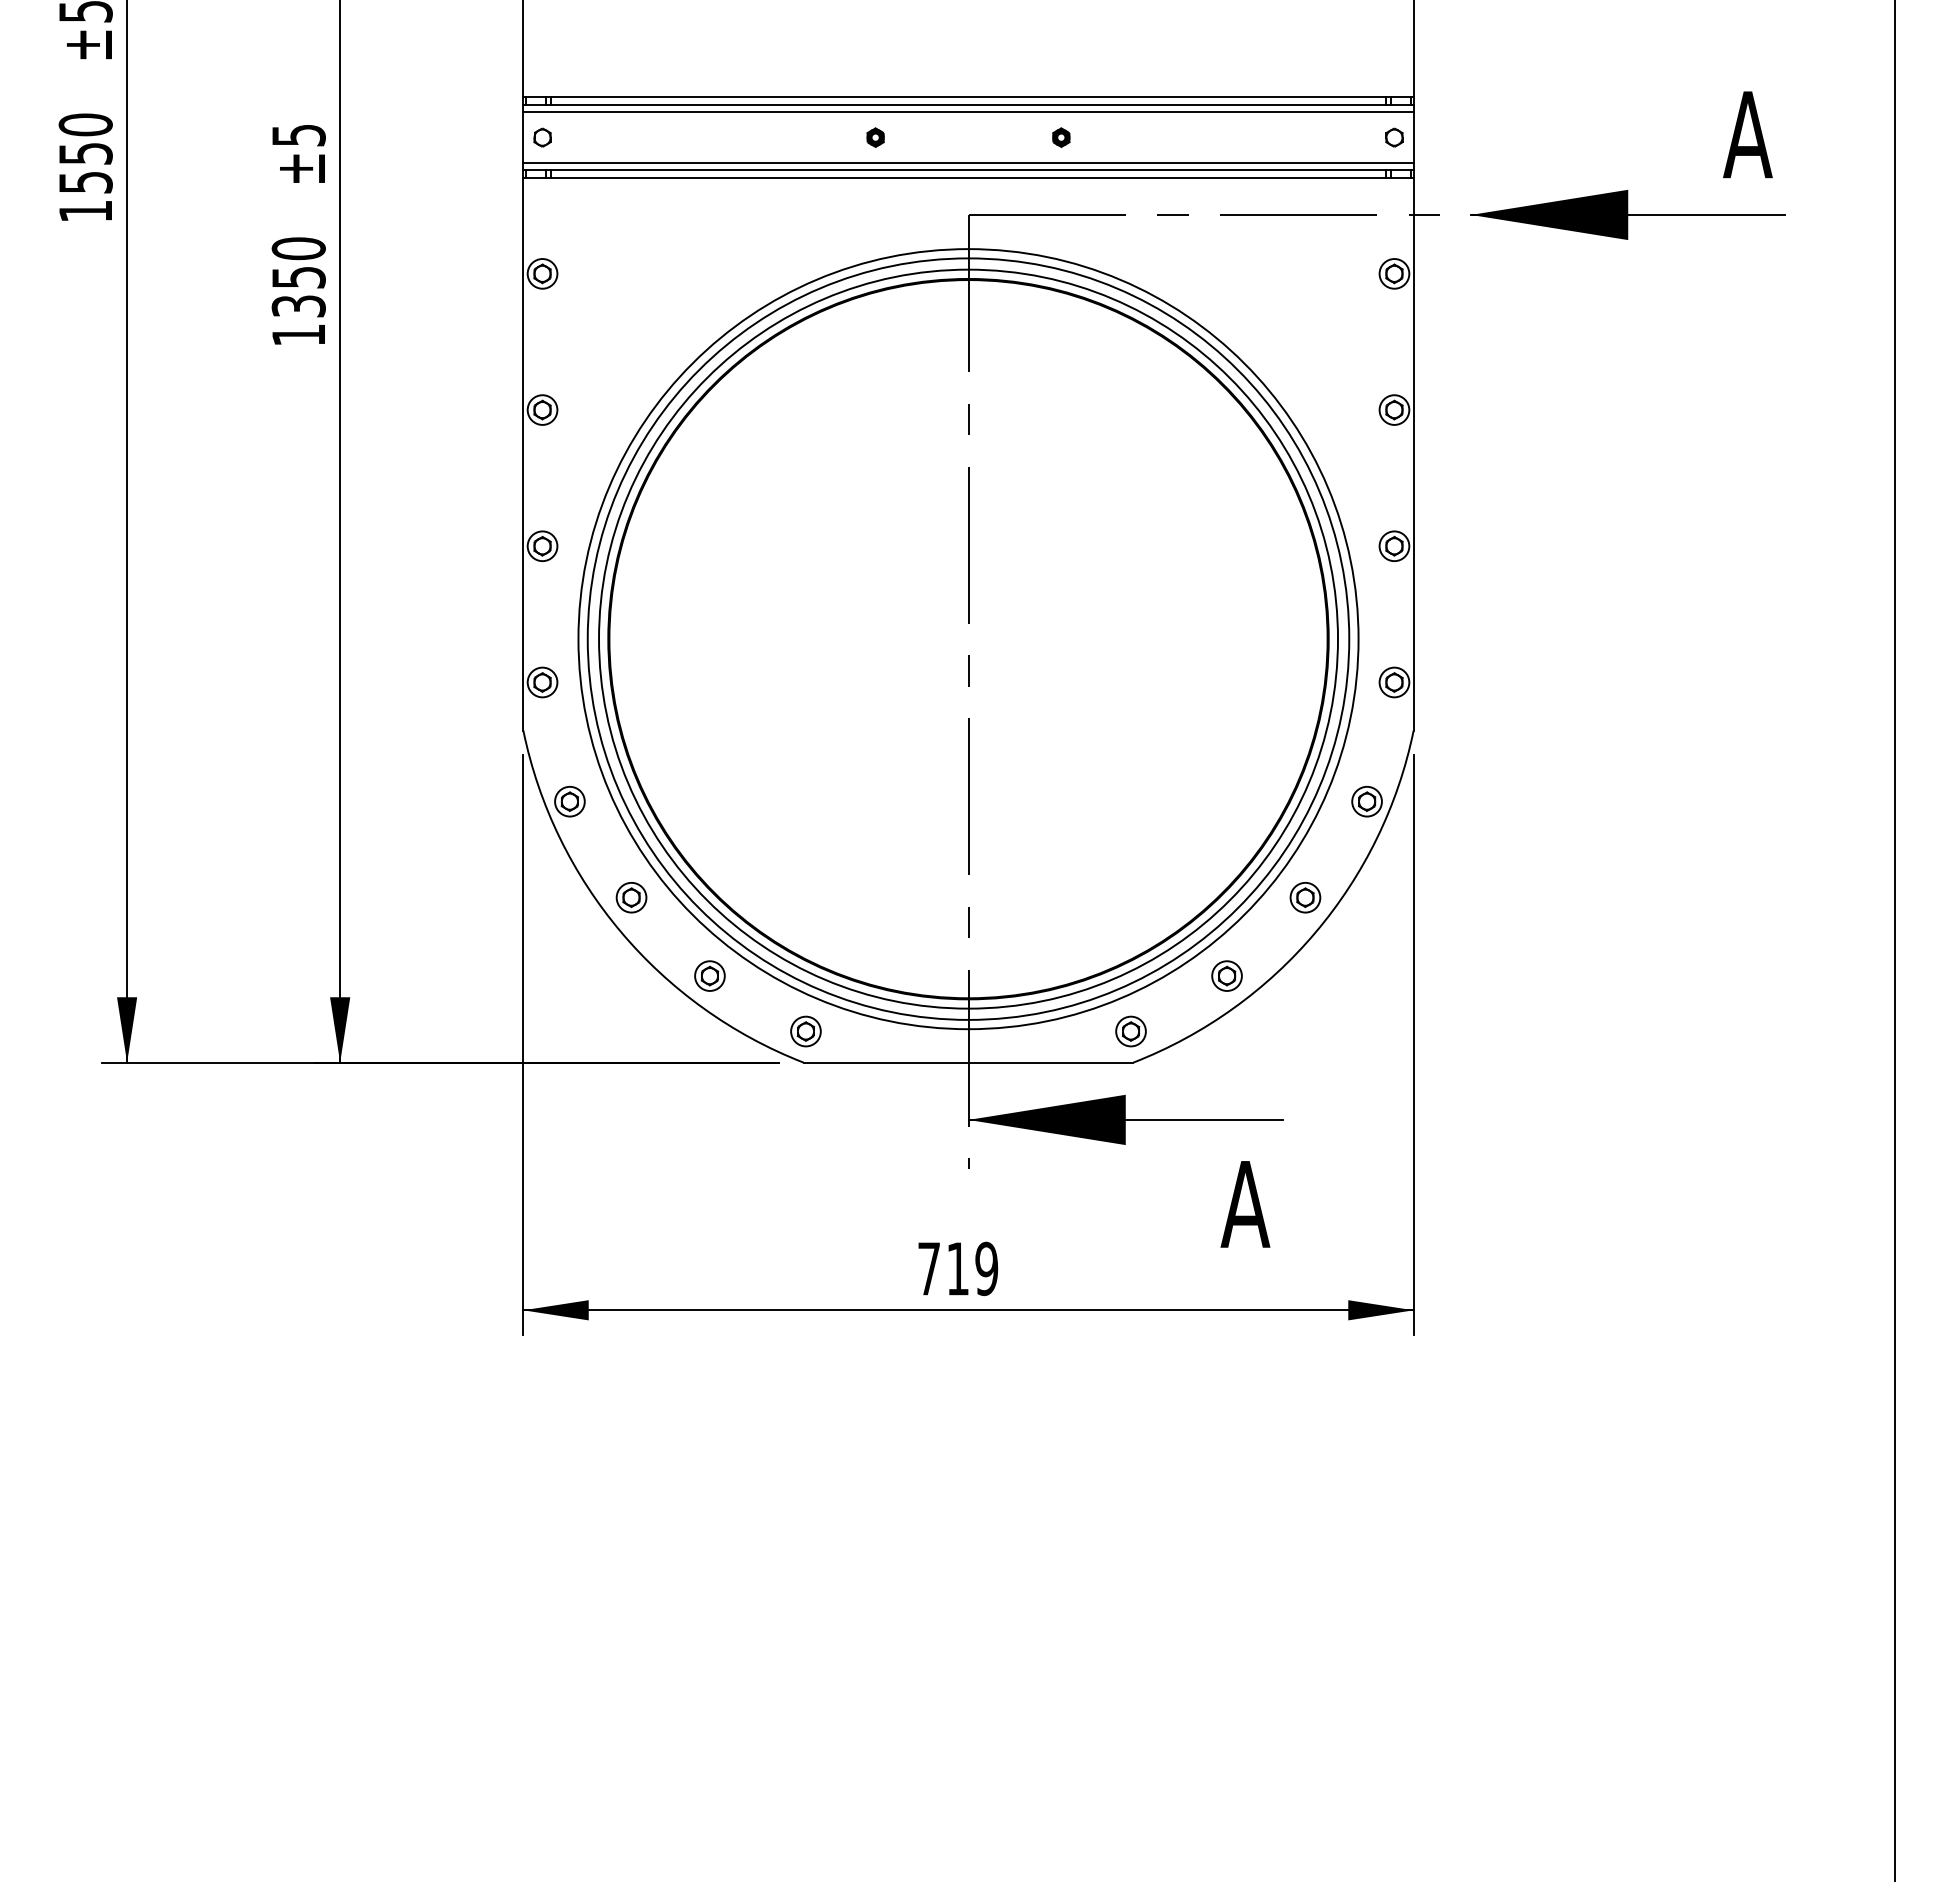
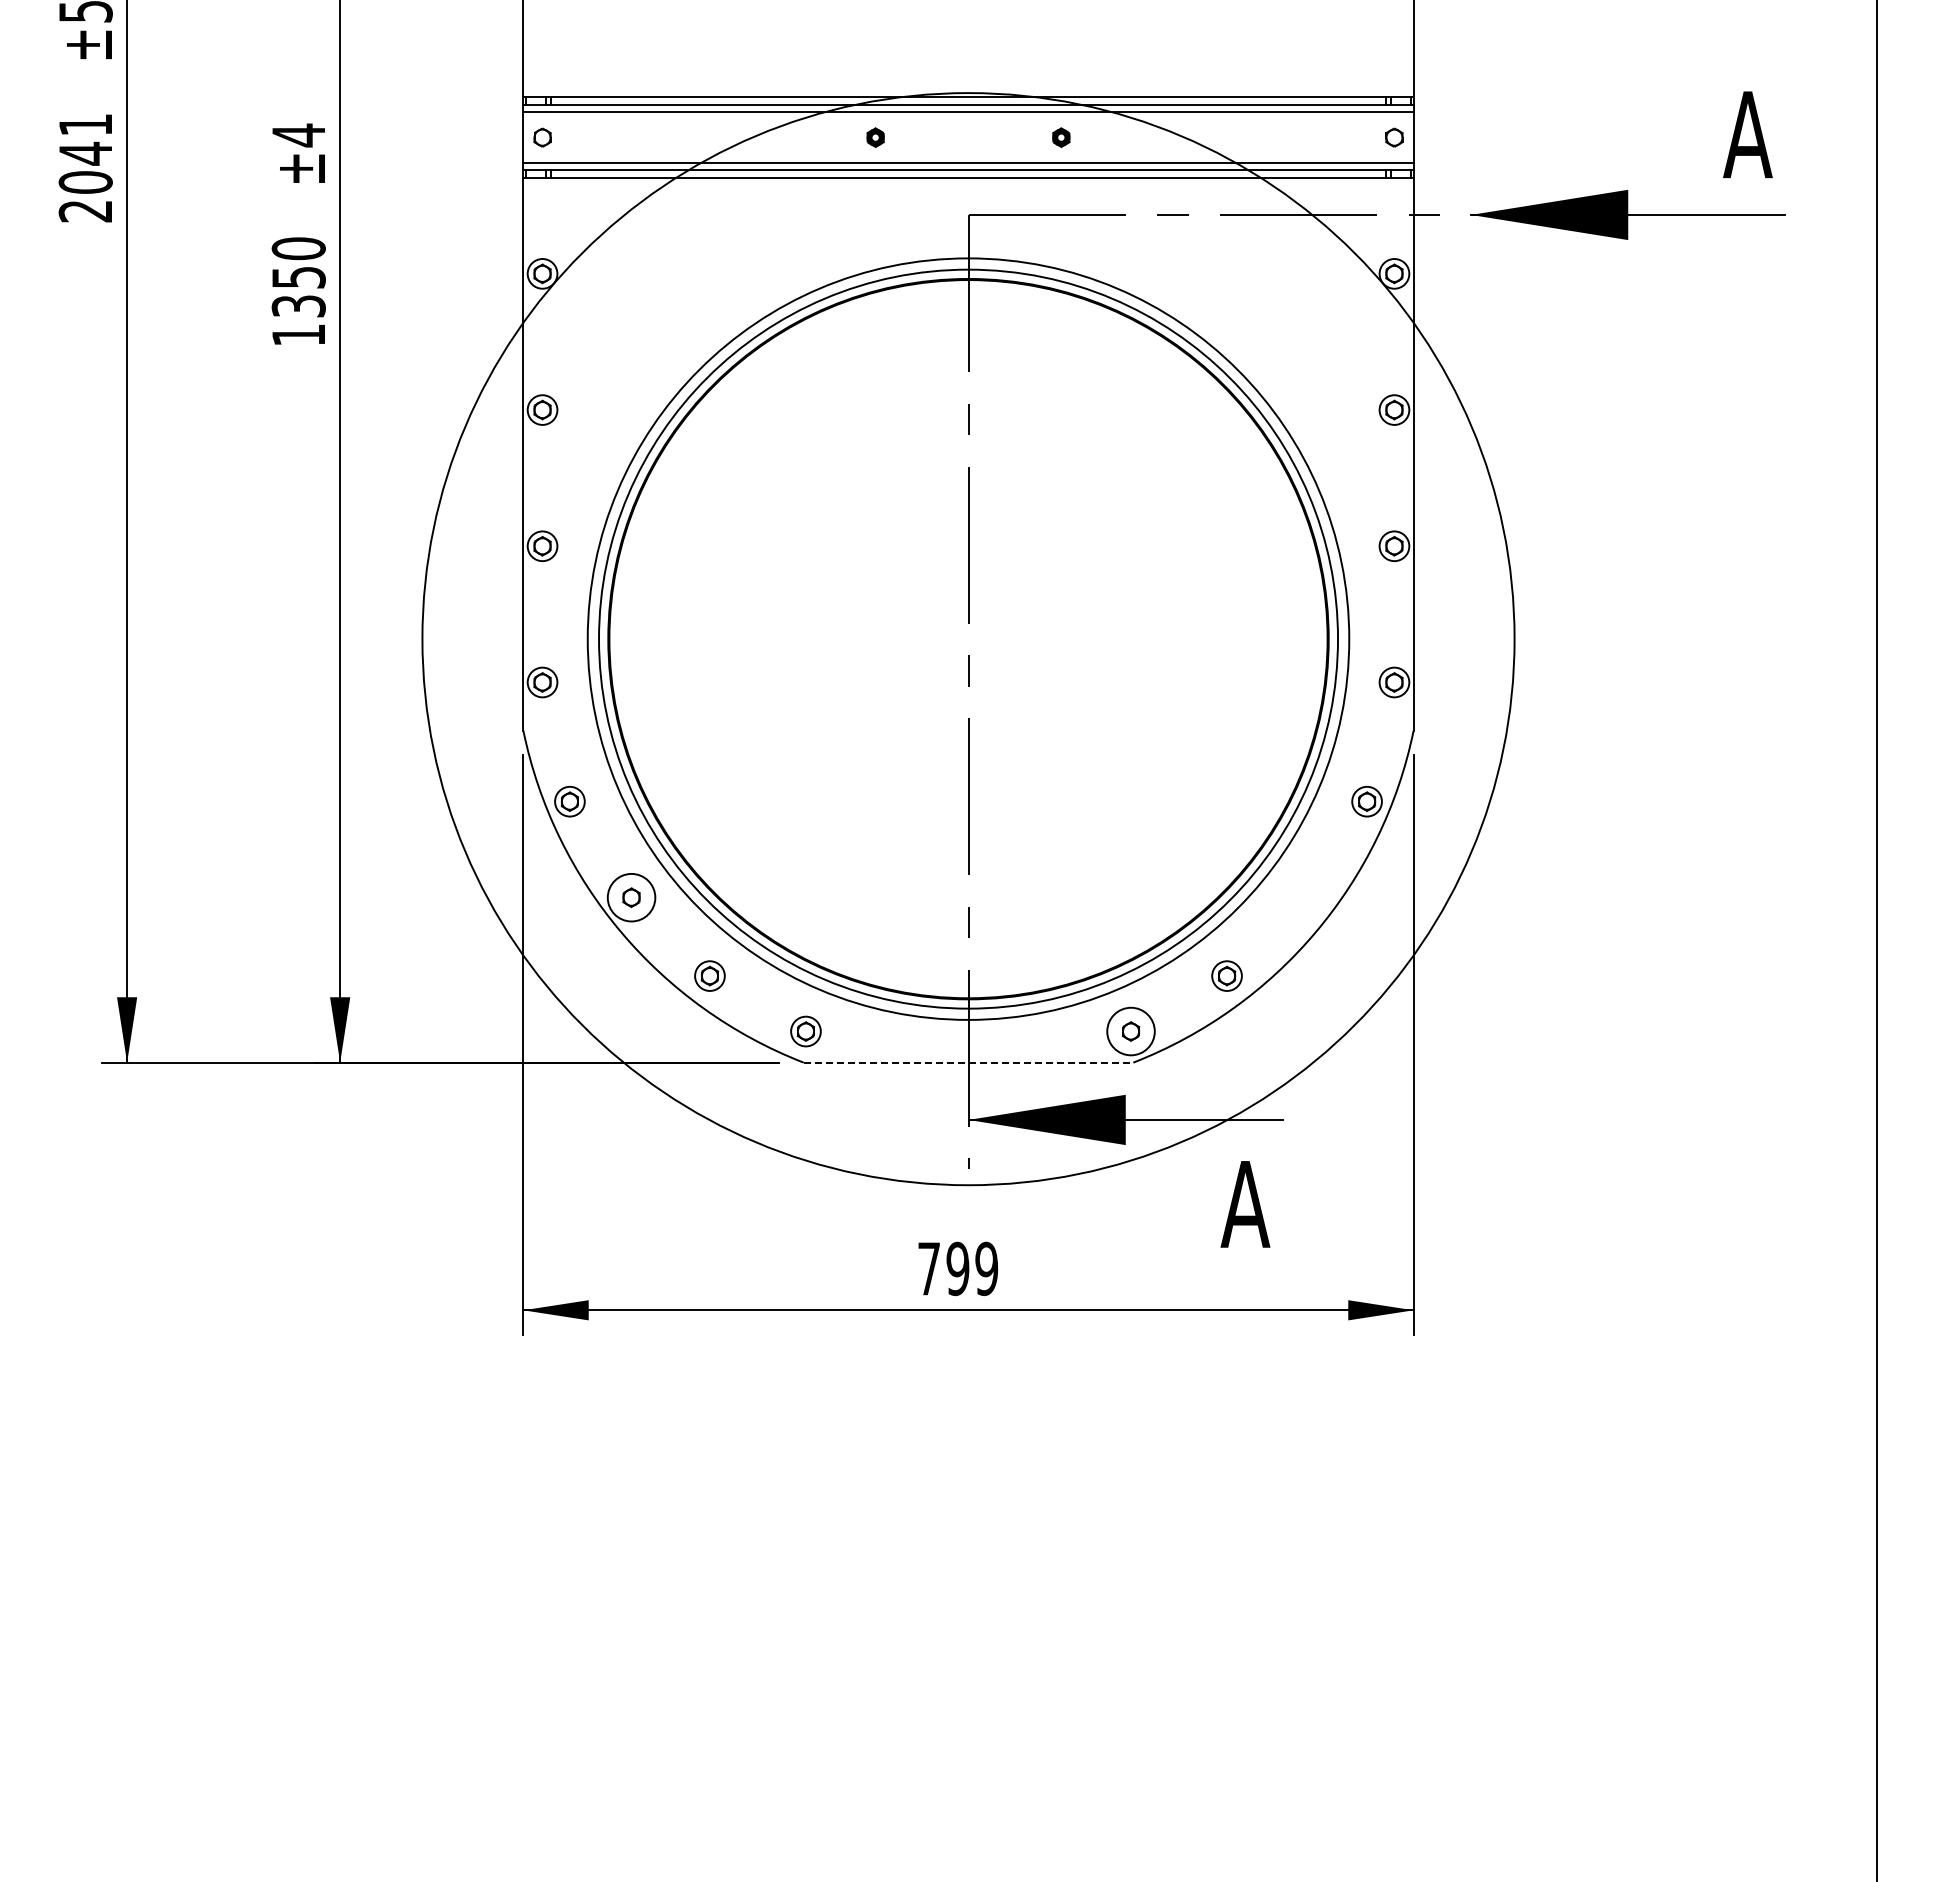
text at (298, 135): ±5 -> ±4
text at (85, 167): 1550 -> 2041
circle at (968, 639) diameter: 780 px -> 1092 px
circle at (631, 897) diameter: 30 px -> 48 px
part at (1305, 897): present -> none
line at (1895, 940) position: (1895, 940) -> (1877, 940)
circle at (1130, 1031) diameter: 30 px -> 48 px
line at (968, 1062): solid -> dashed
text at (957, 1268): 719 -> 799
